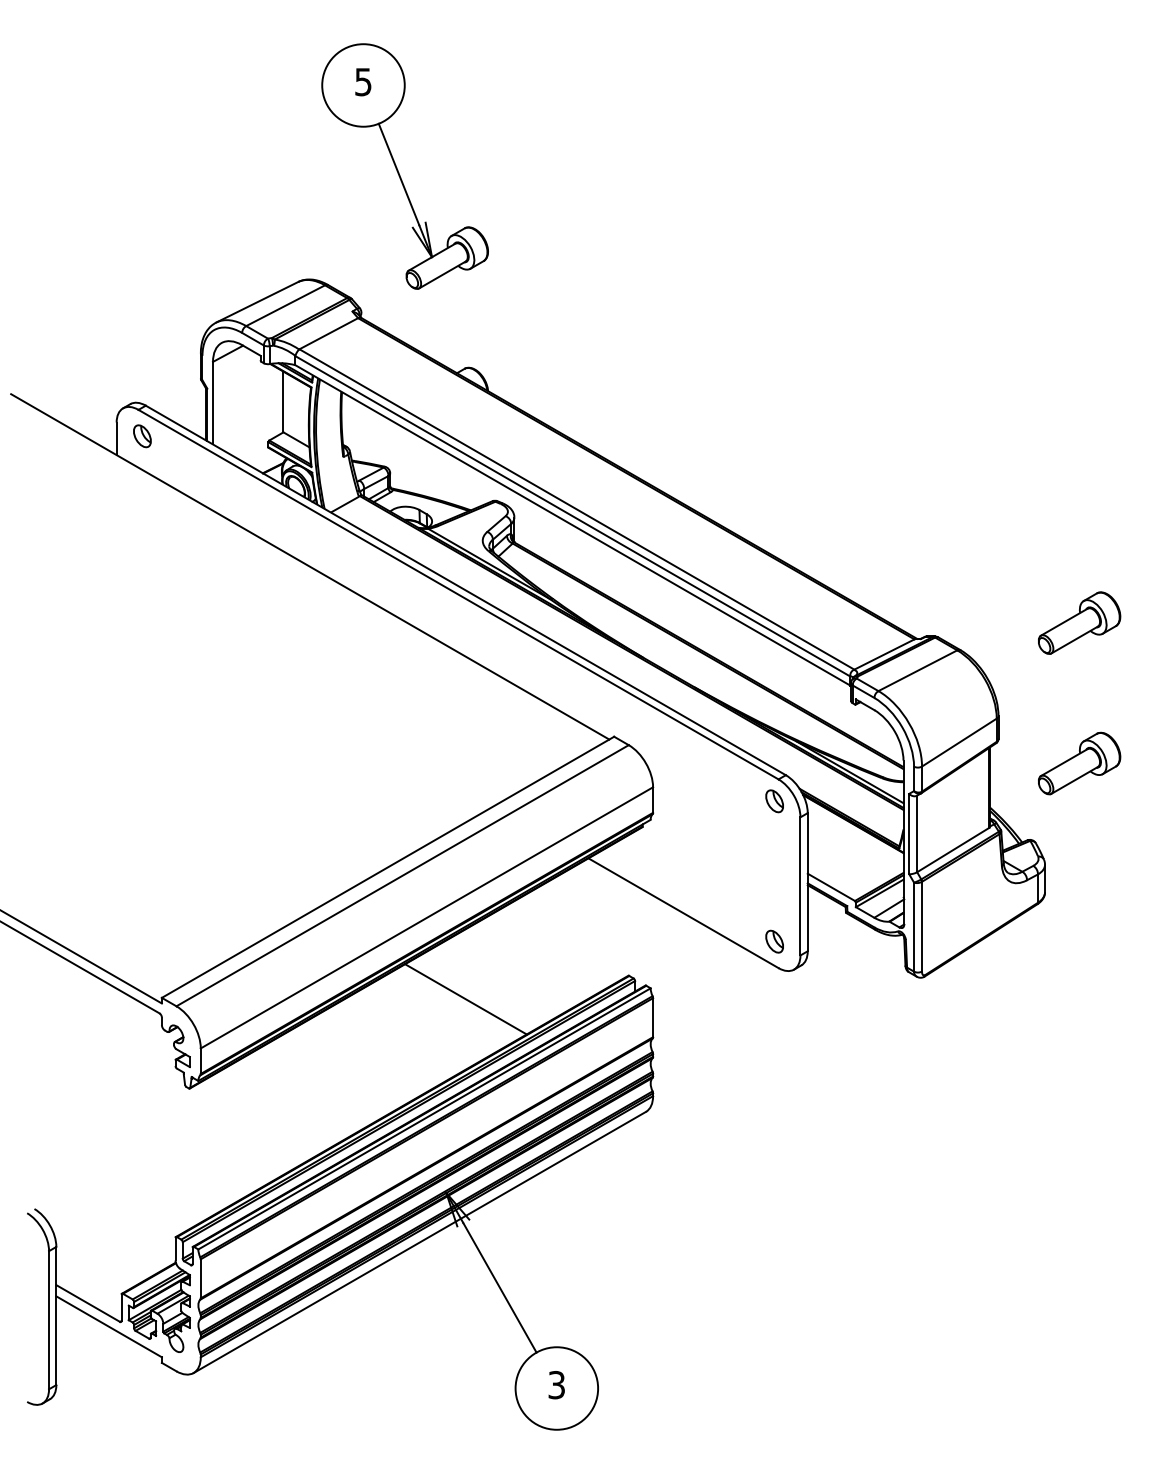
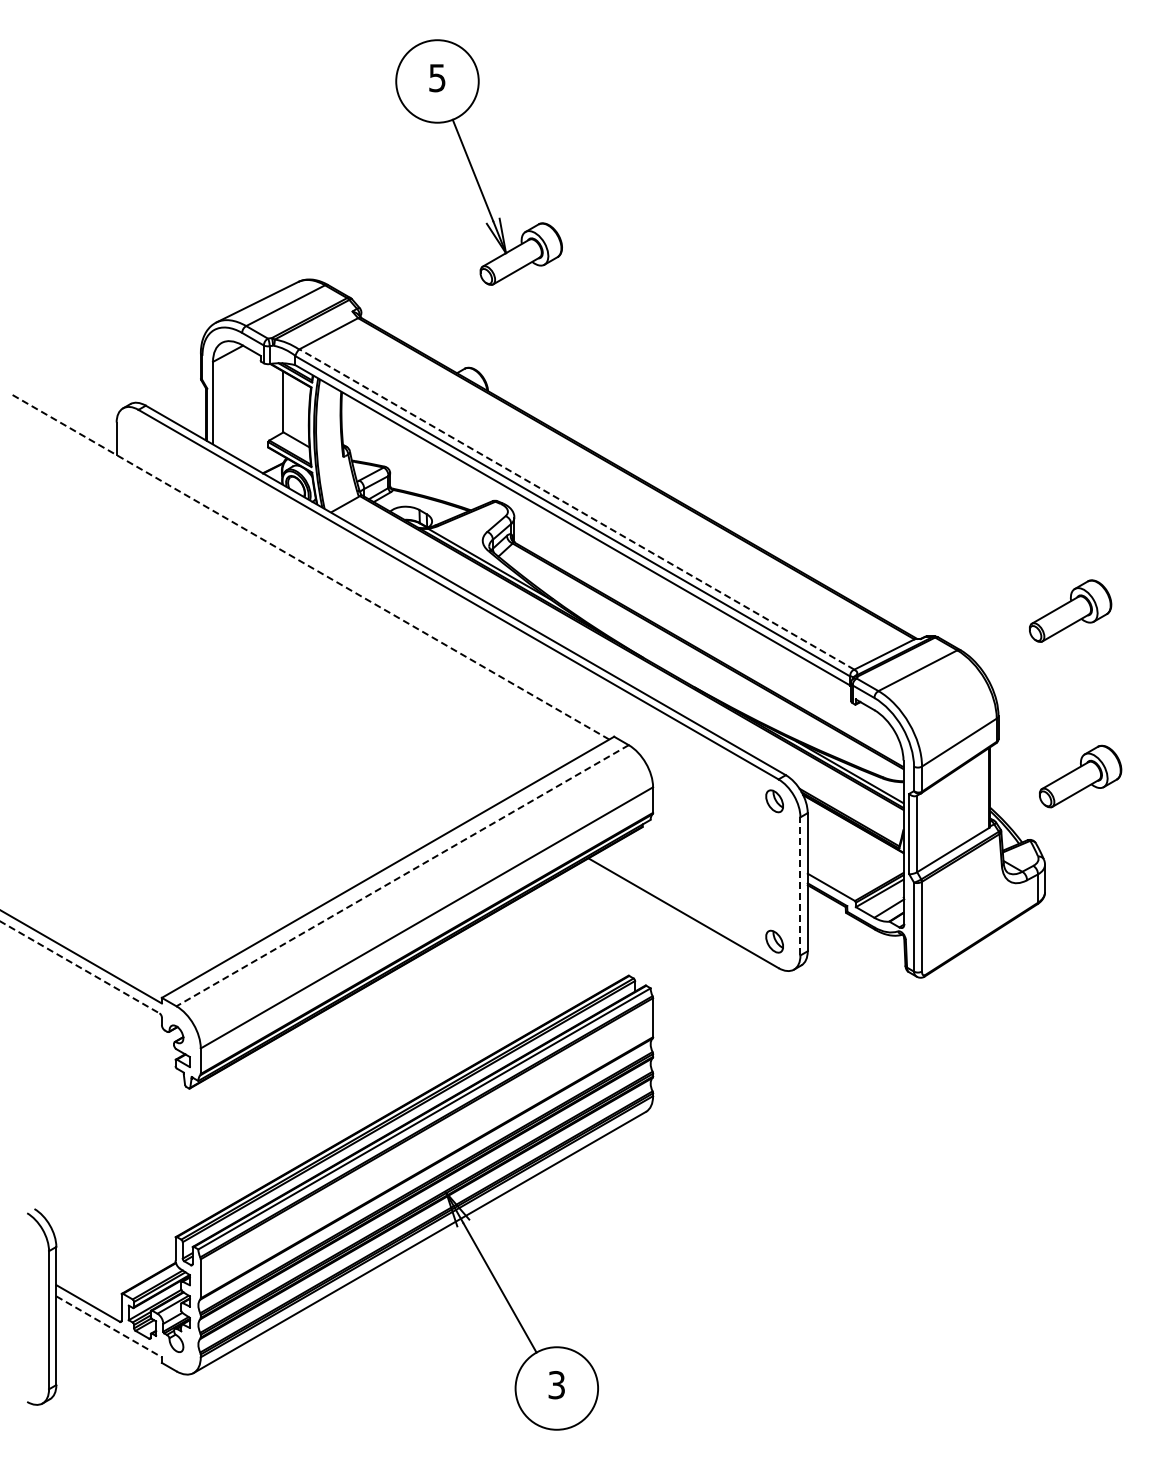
part at (397, 167) position: (397, 167) -> (471, 163)
part at (142, 436): present -> none
line at (576, 509): solid -> dashed
line at (309, 566): solid -> dashed
part at (1079, 622) position: (1079, 622) -> (1070, 610)
part at (1079, 763) position: (1079, 763) -> (1080, 776)
line at (402, 875): solid -> dashed
line at (800, 885): solid -> dashed
line at (79, 967): solid -> dashed
line at (465, 999): present -> none
line at (109, 1326): solid -> dashed
